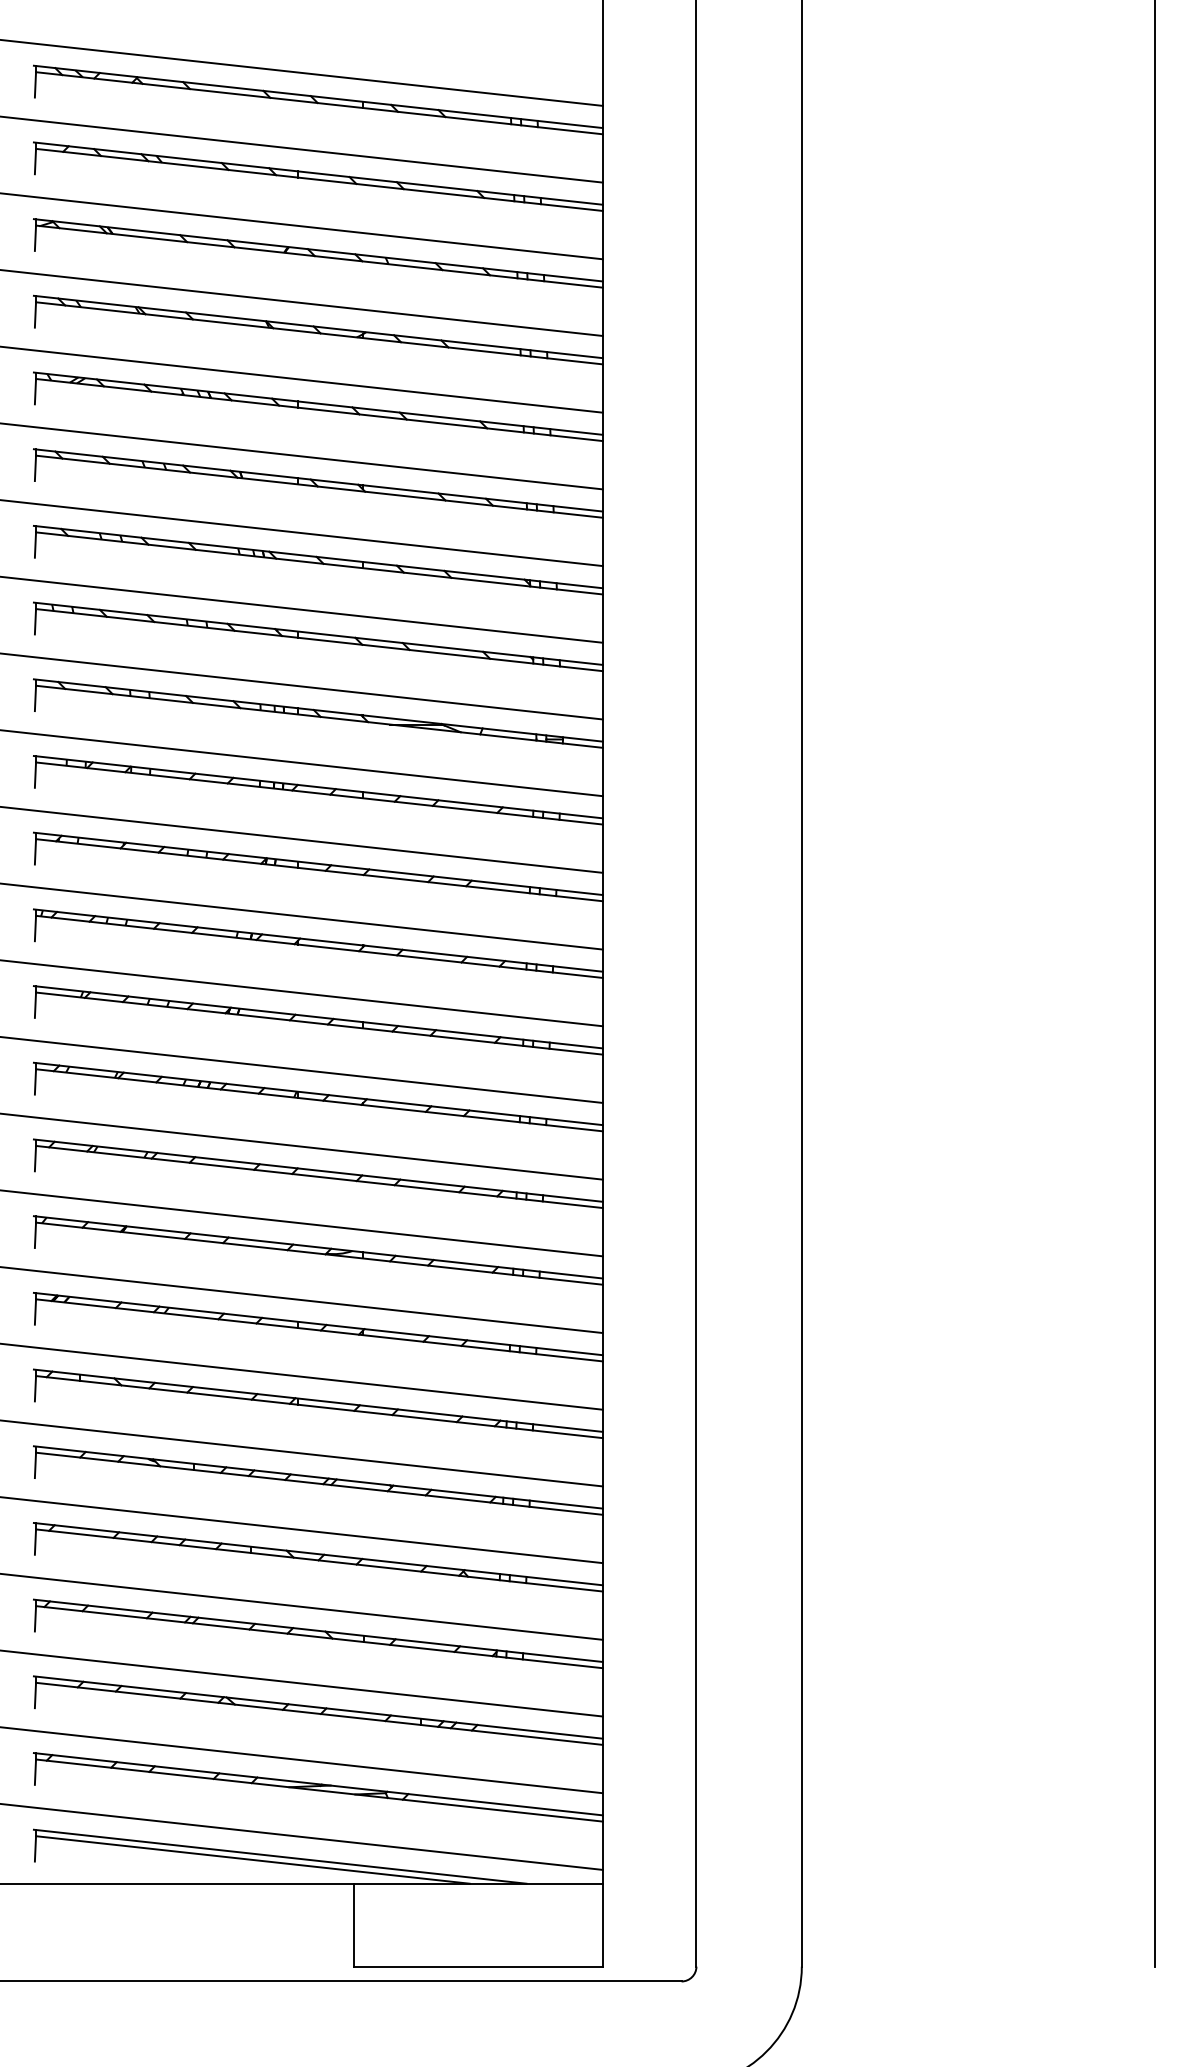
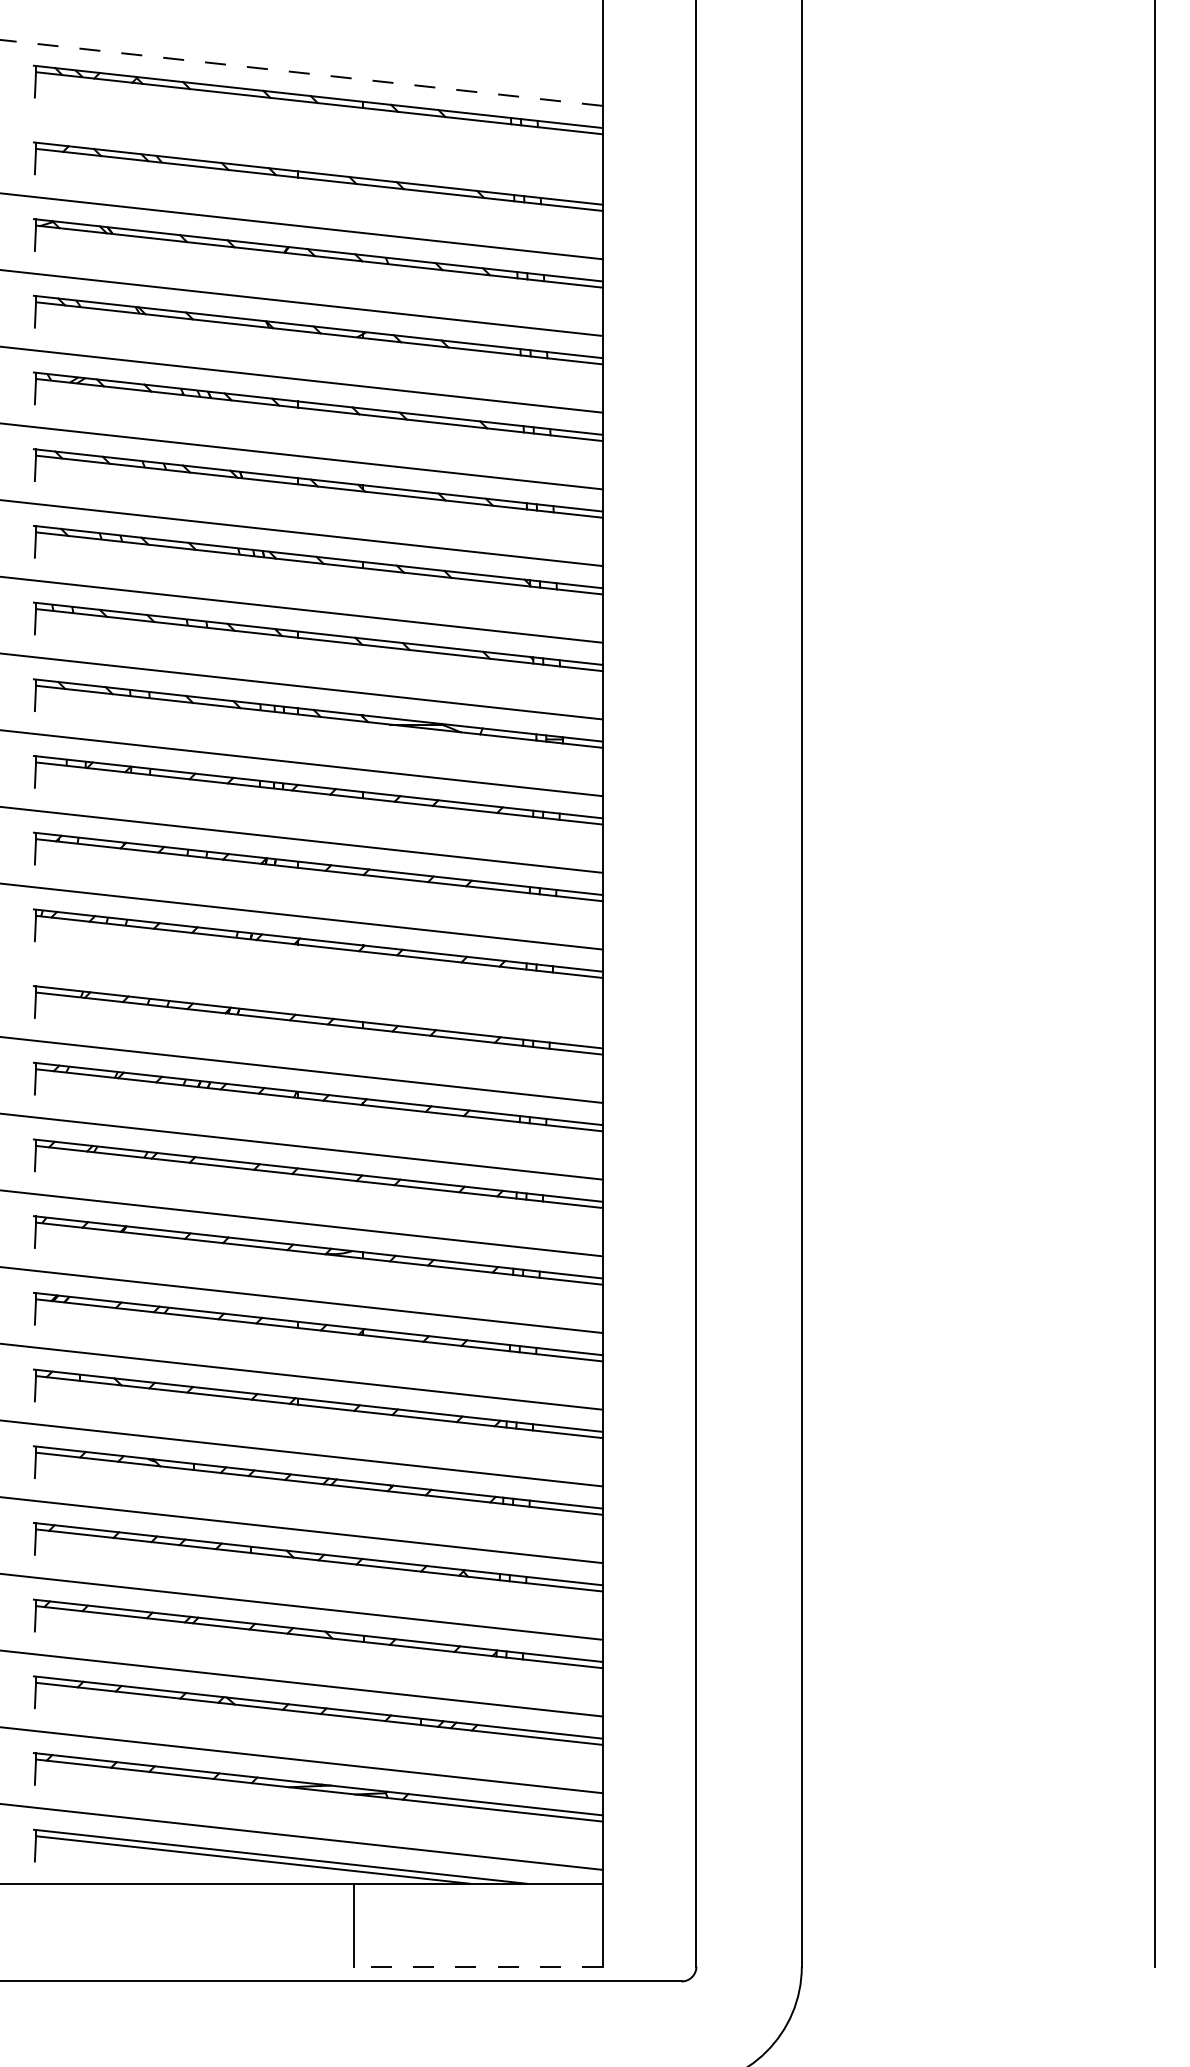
line at (301, 72): solid -> dashed
line at (302, 149): present -> none
line at (302, 993): present -> none
line at (477, 1966): solid -> dashed
